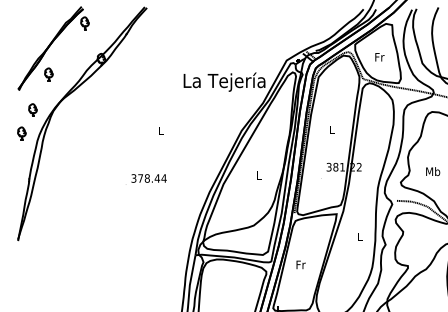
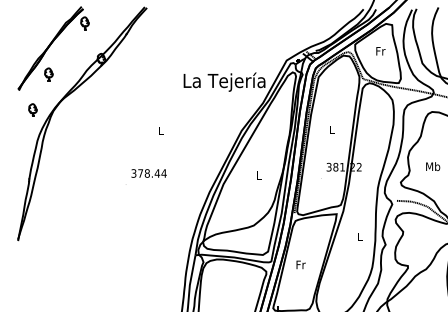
text at (379, 57) position: (379, 57) -> (380, 51)
part at (21, 133): present -> none
text at (433, 171) position: (433, 171) -> (433, 166)
text at (148, 178) position: (148, 178) -> (148, 173)
